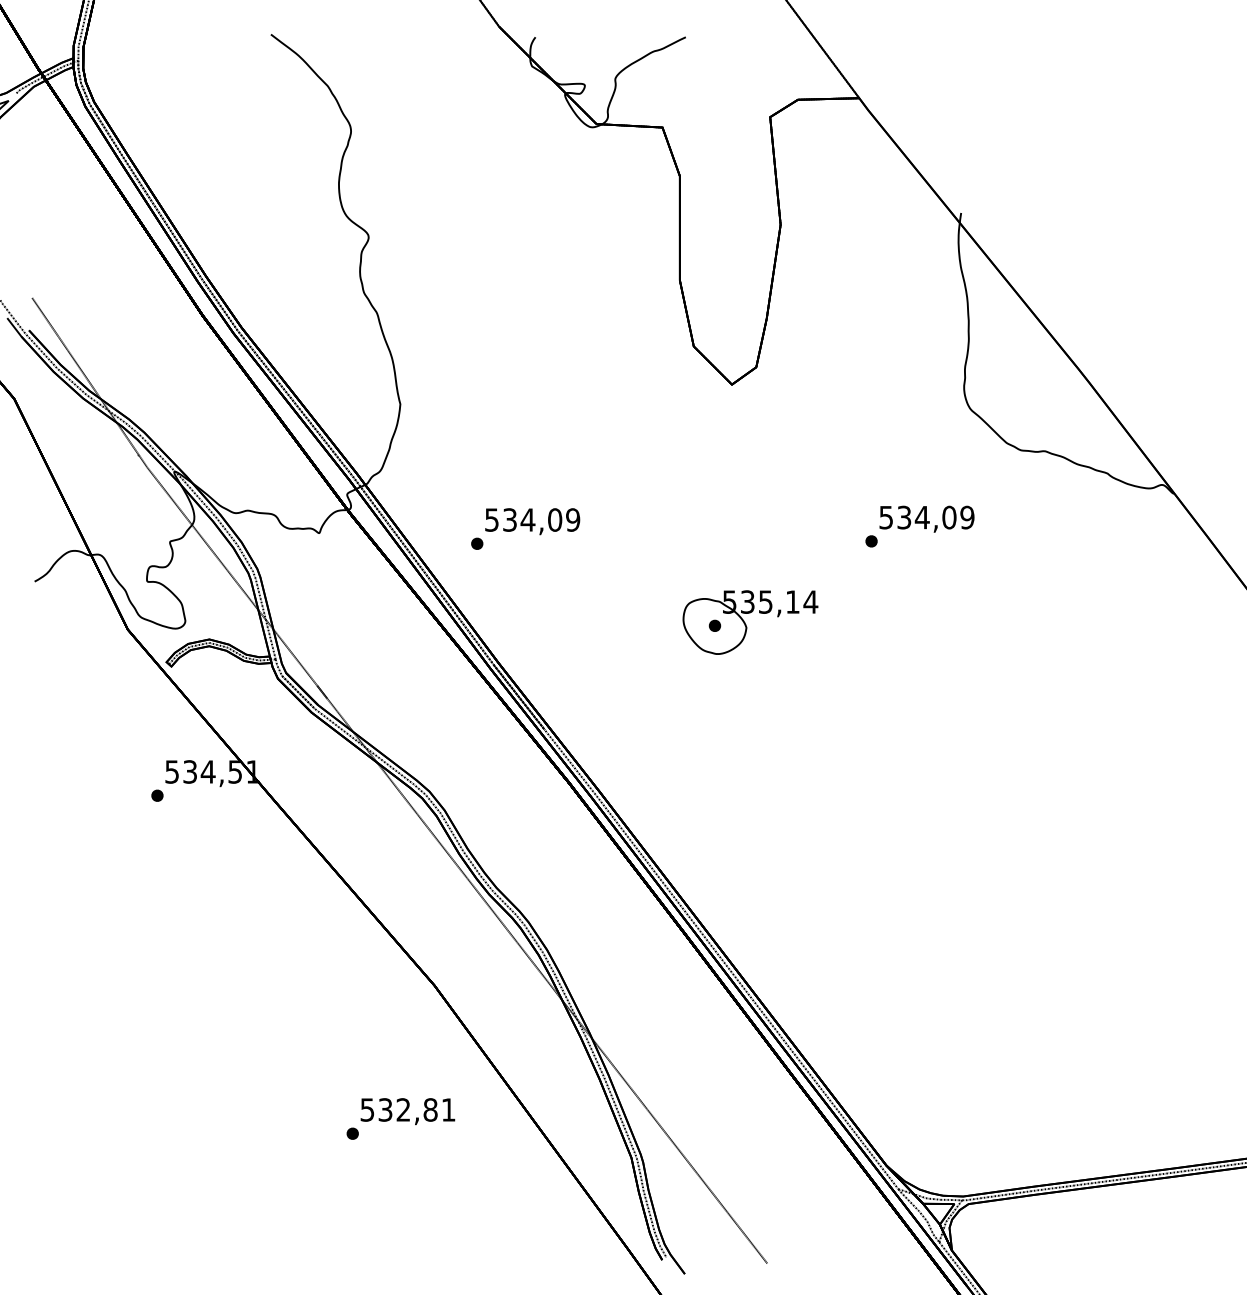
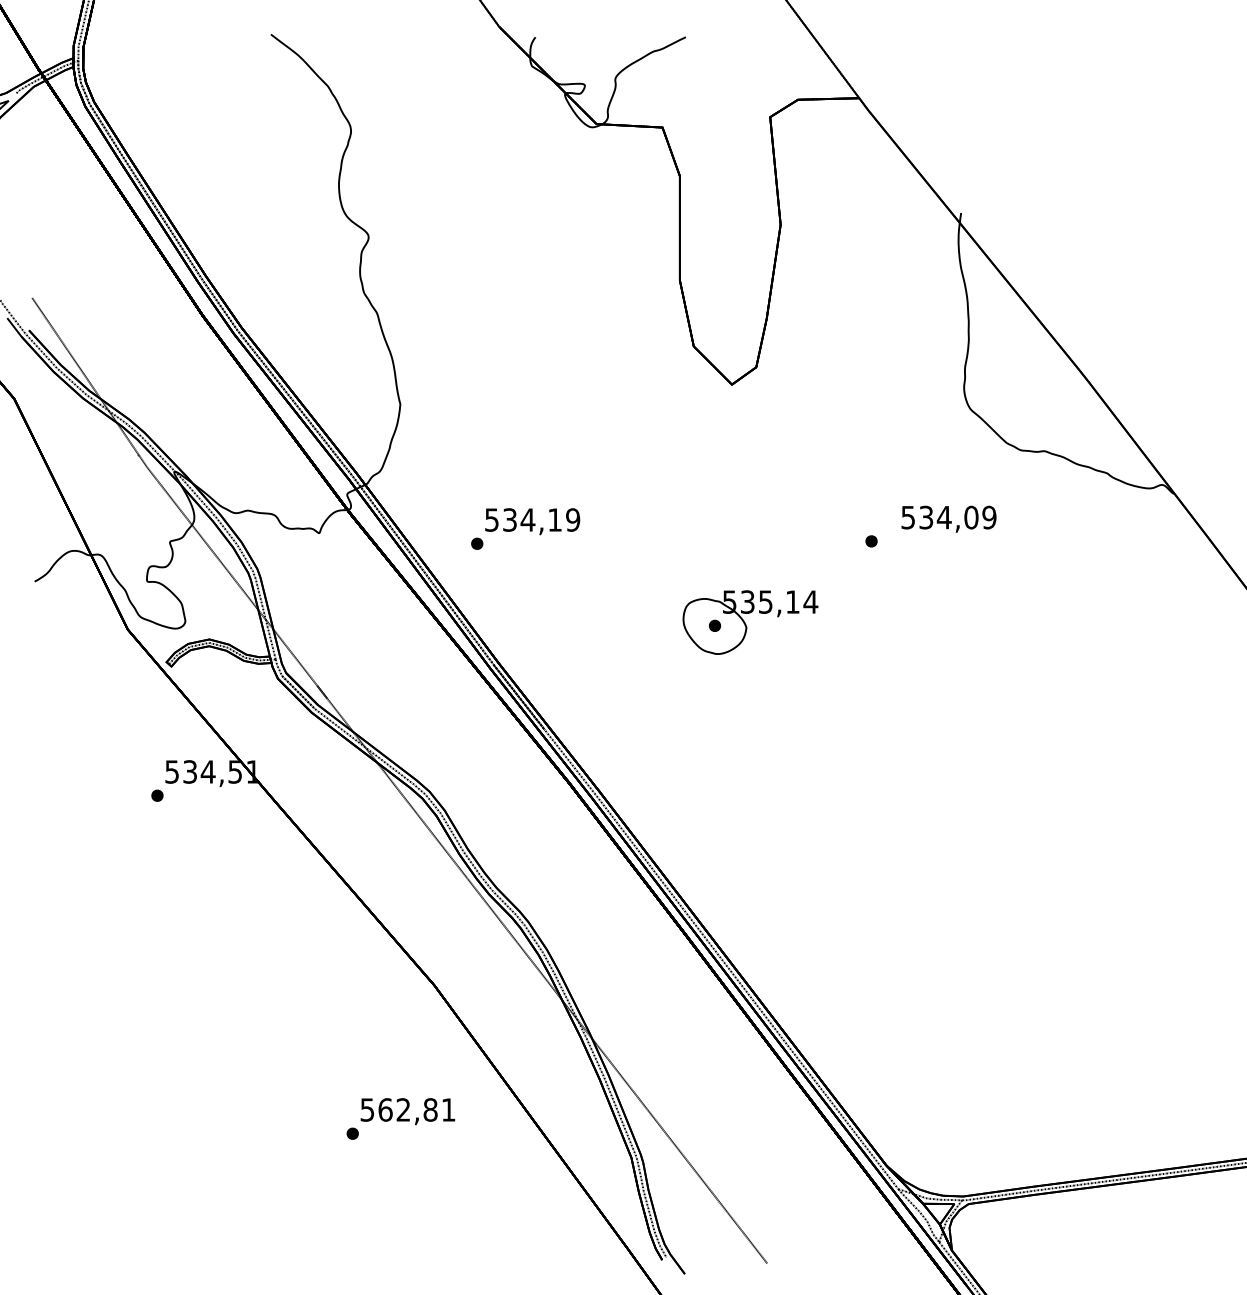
text at (926, 518) position: (926, 518) -> (948, 518)
text at (555, 519): 534,09 -> 534,19
text at (385, 1109): 532,81 -> 562,81
